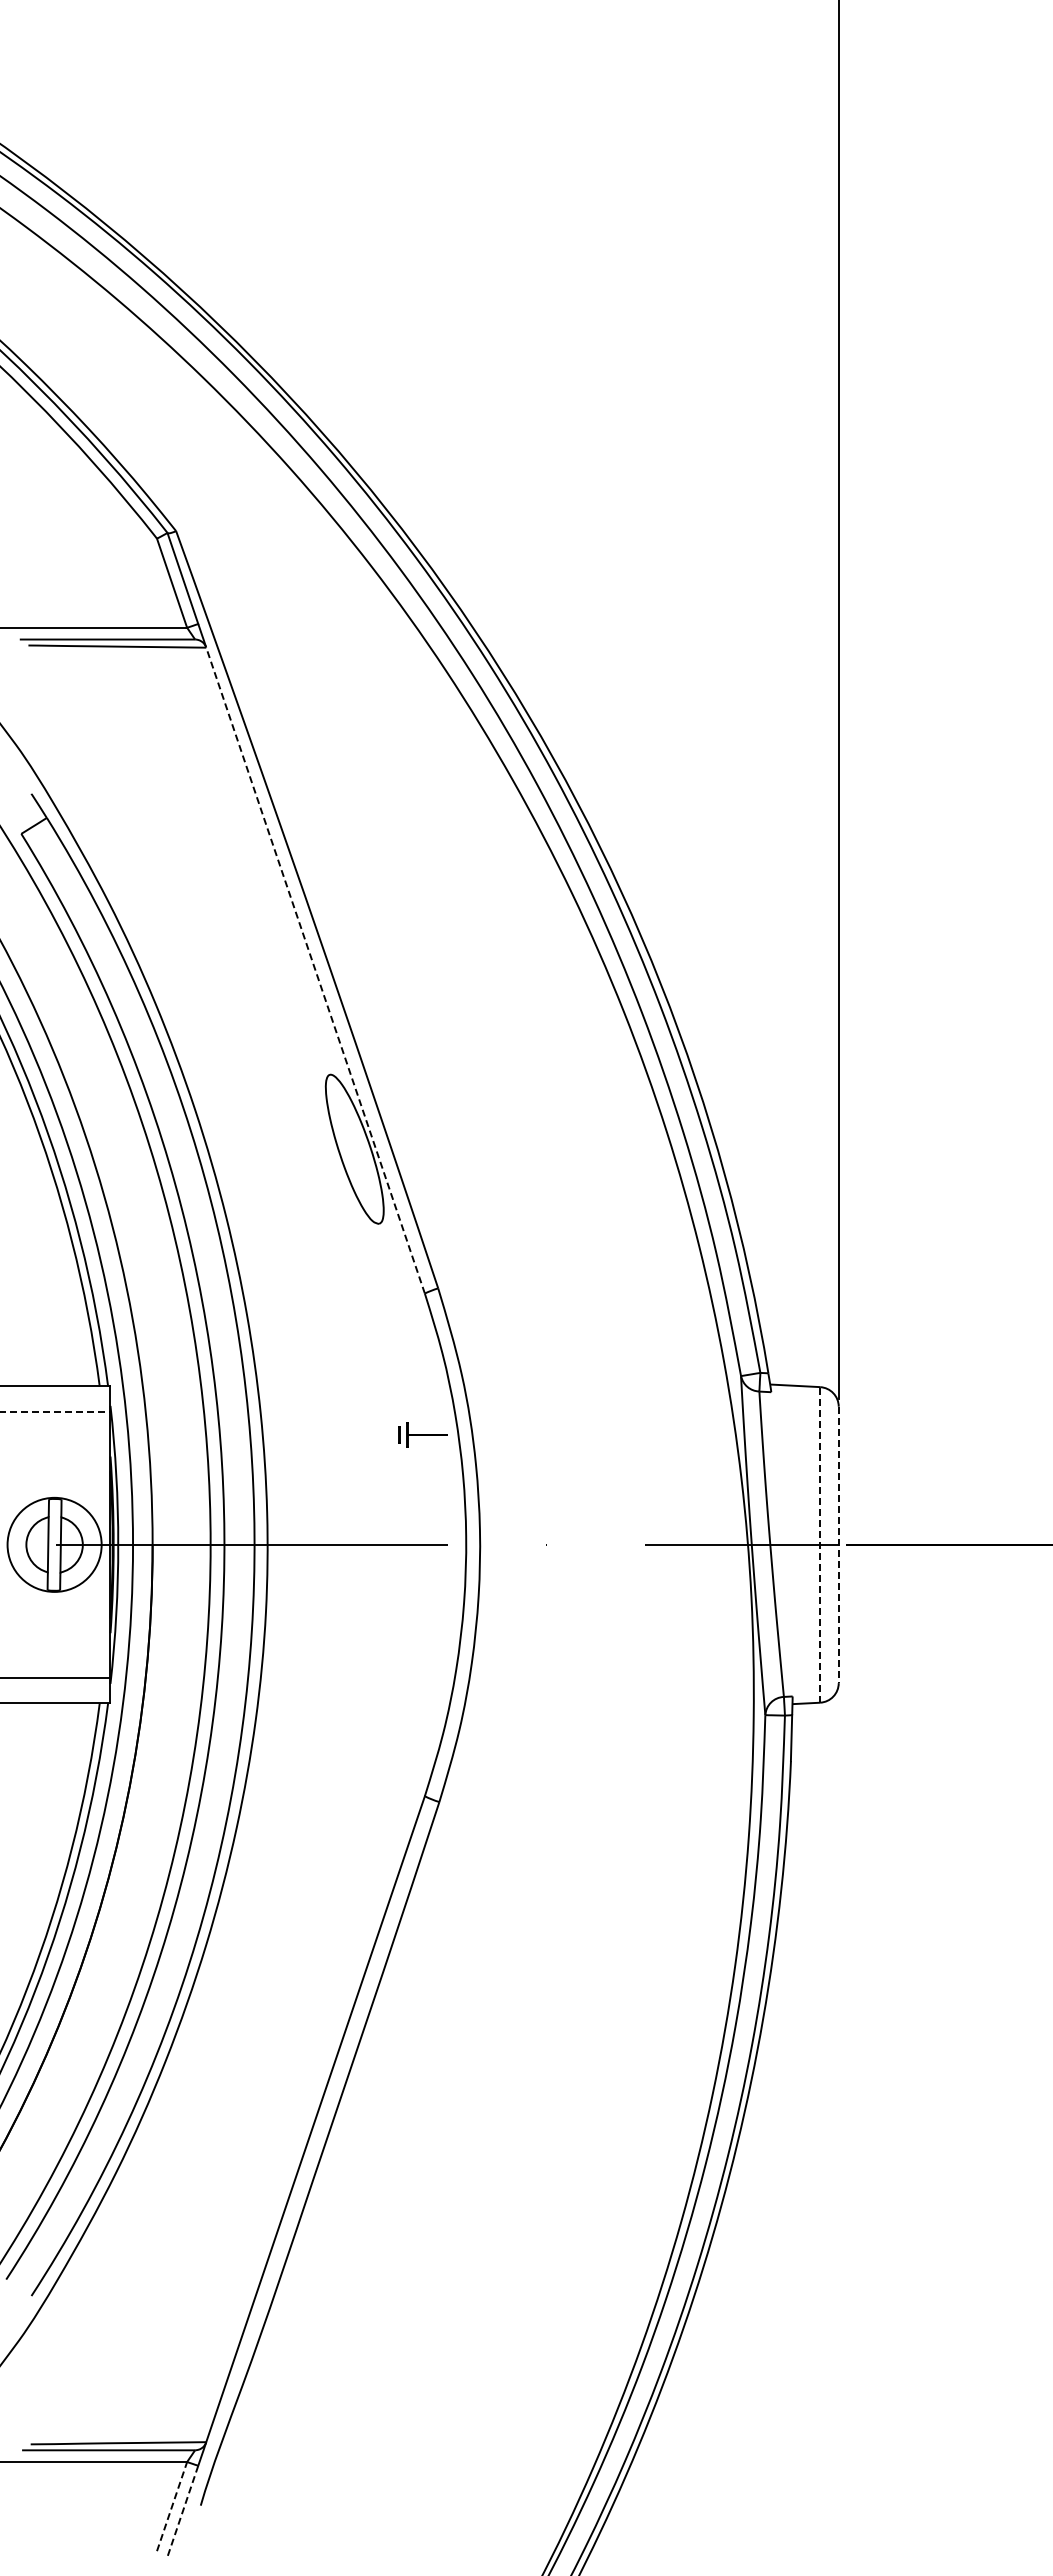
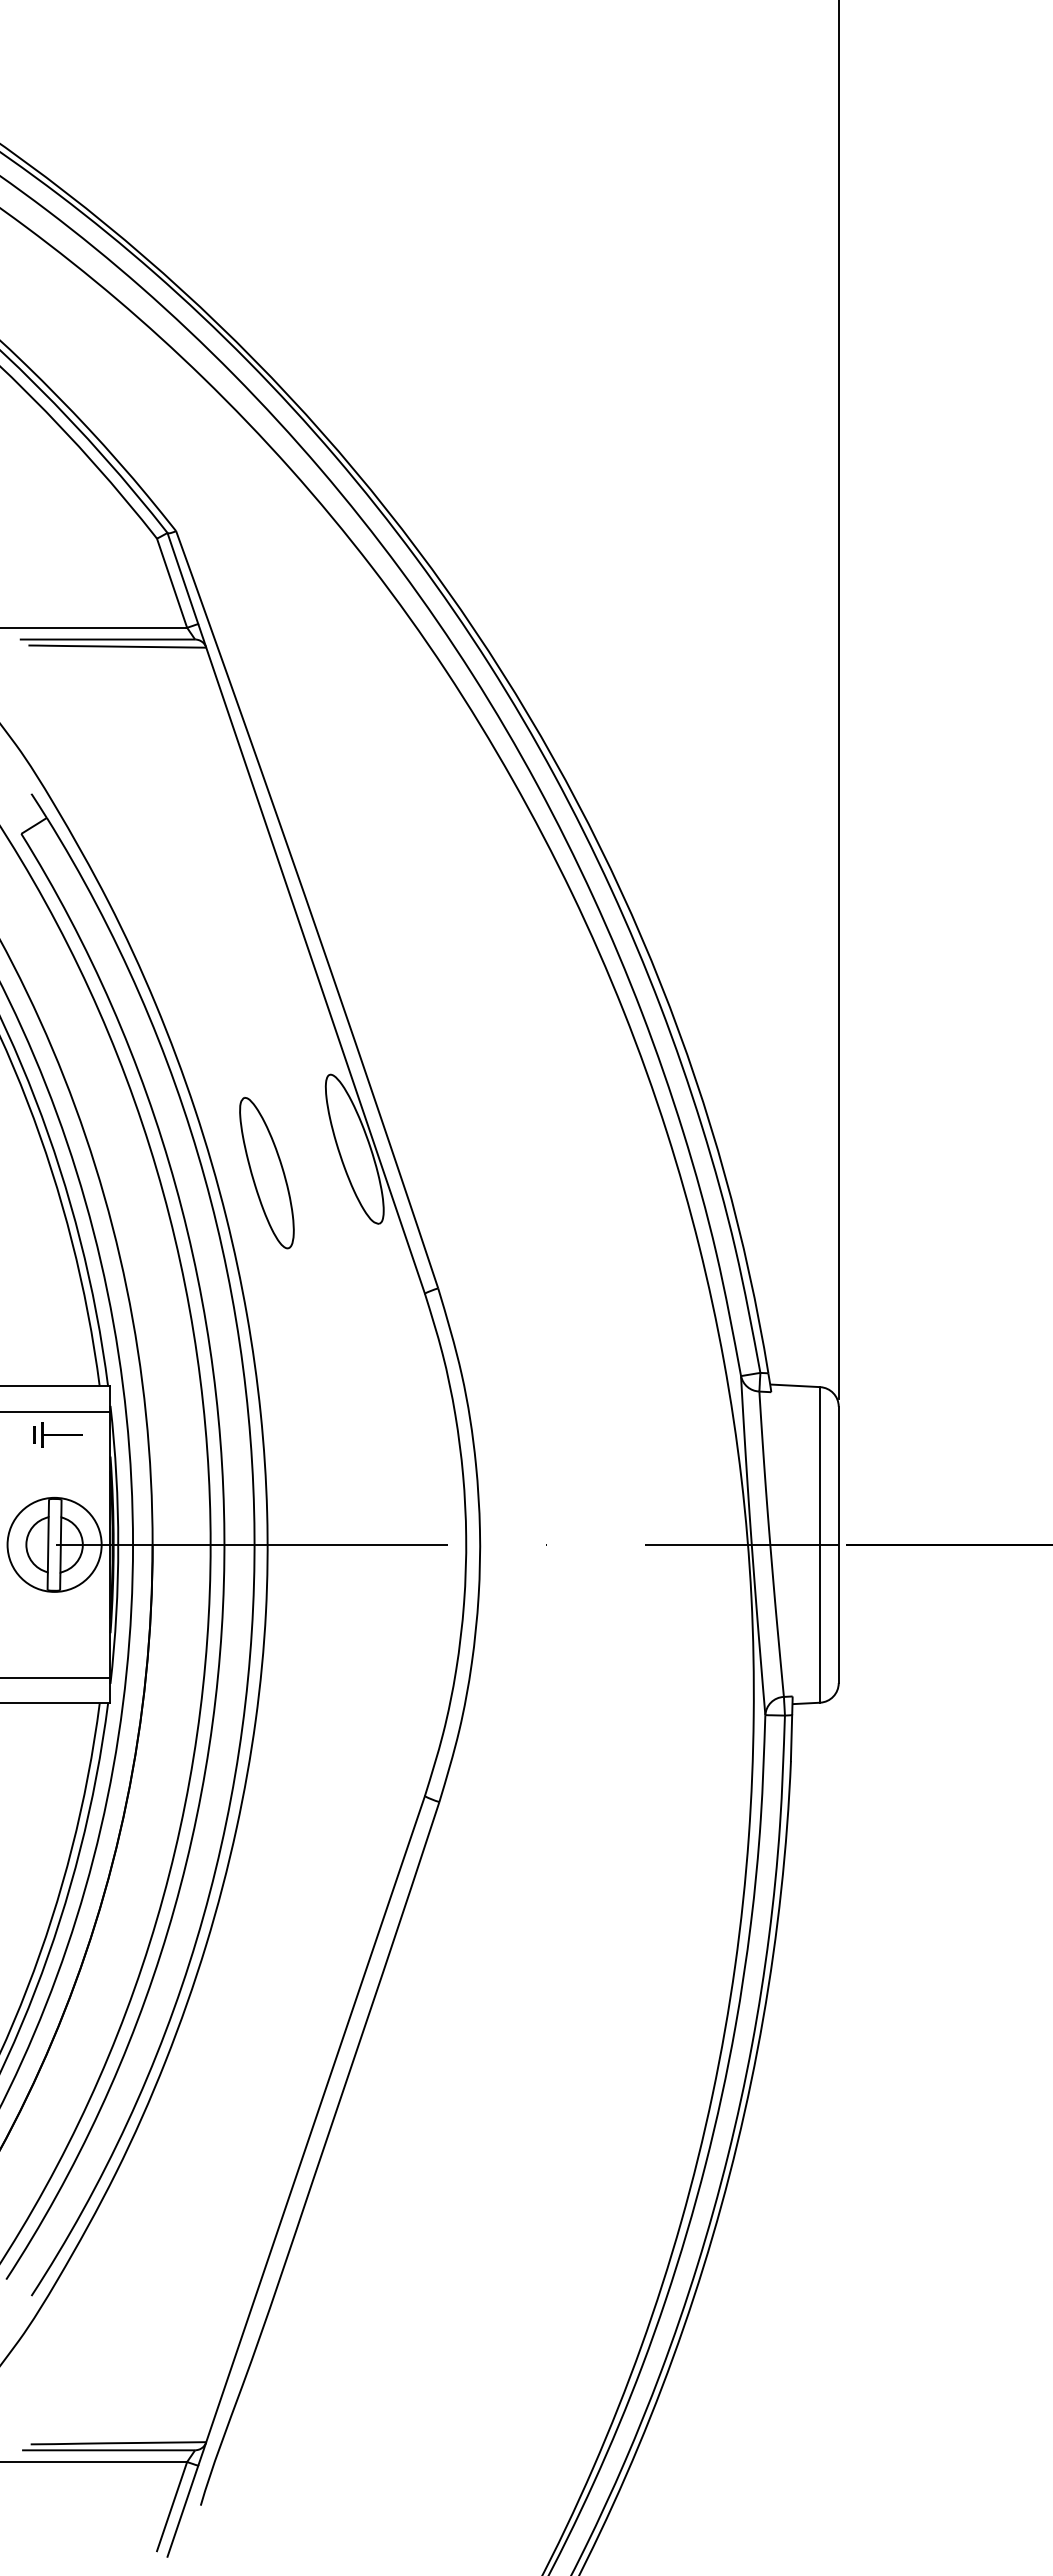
line at (315, 970): dashed -> solid
part at (266, 1173): none -> present
line at (55, 1411): dashed -> solid
part at (422, 1434) position: (422, 1434) -> (57, 1434)
line at (820, 1544): dashed -> solid
line at (838, 1545): dashed -> solid
line at (172, 2506): dashed -> solid
line at (182, 2511): dashed -> solid
